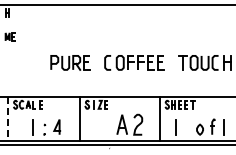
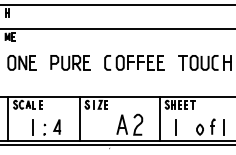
line at (117, 28): none -> present
part at (21, 62): none -> present
line at (8, 118): dashed -> solid
